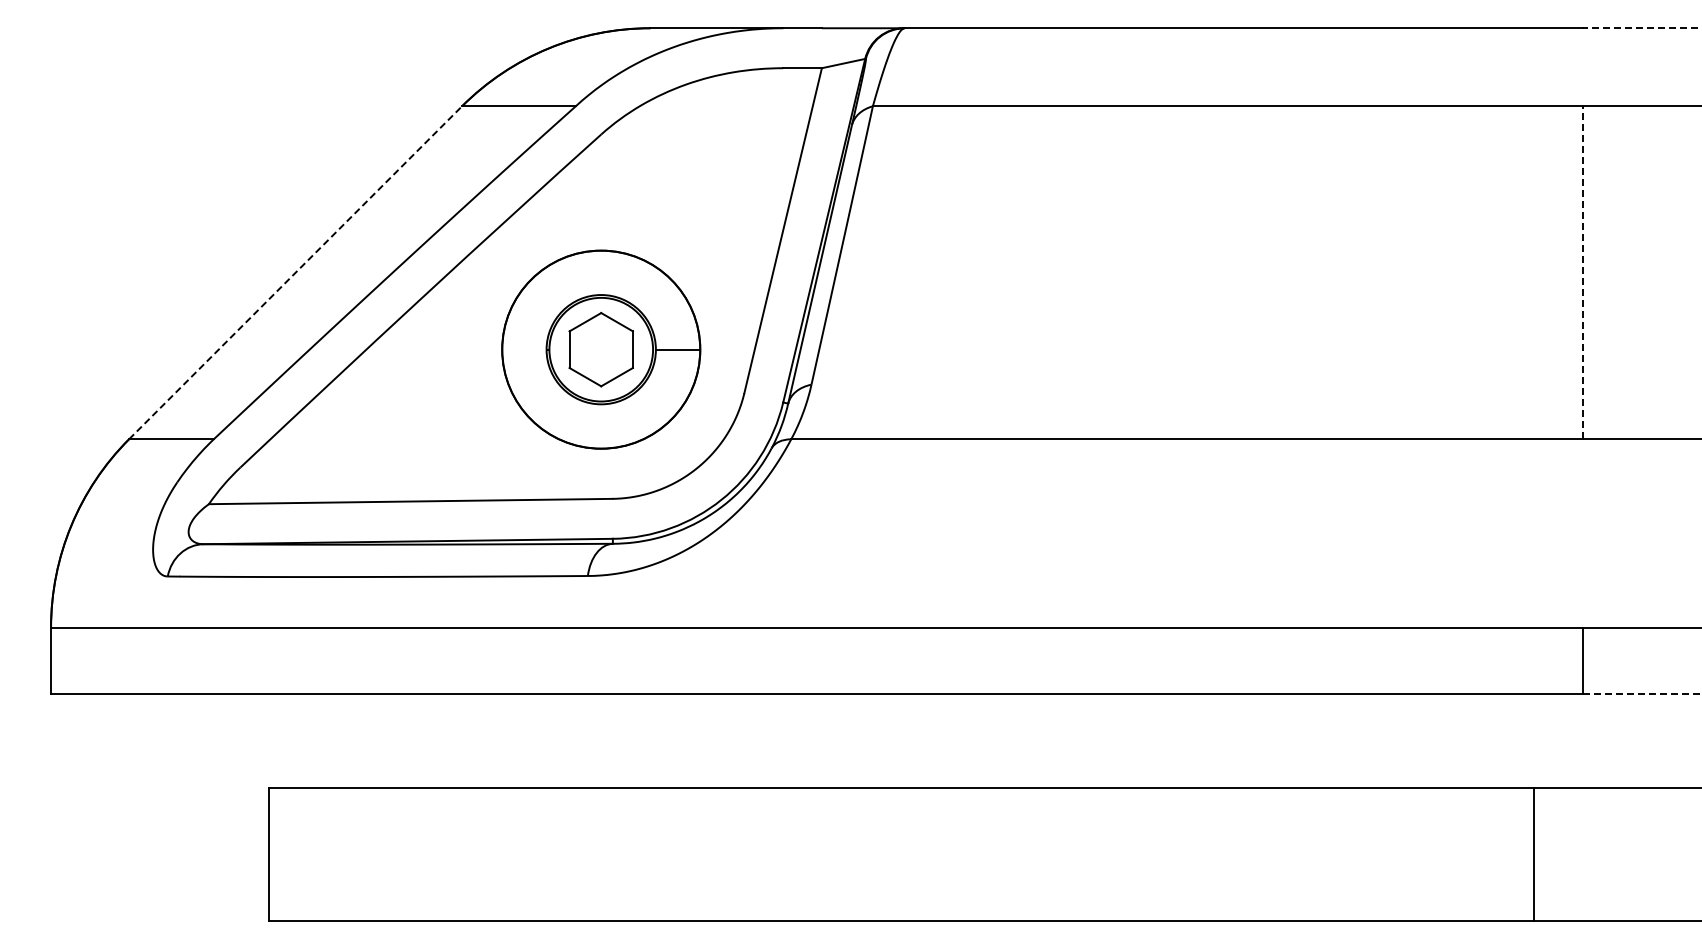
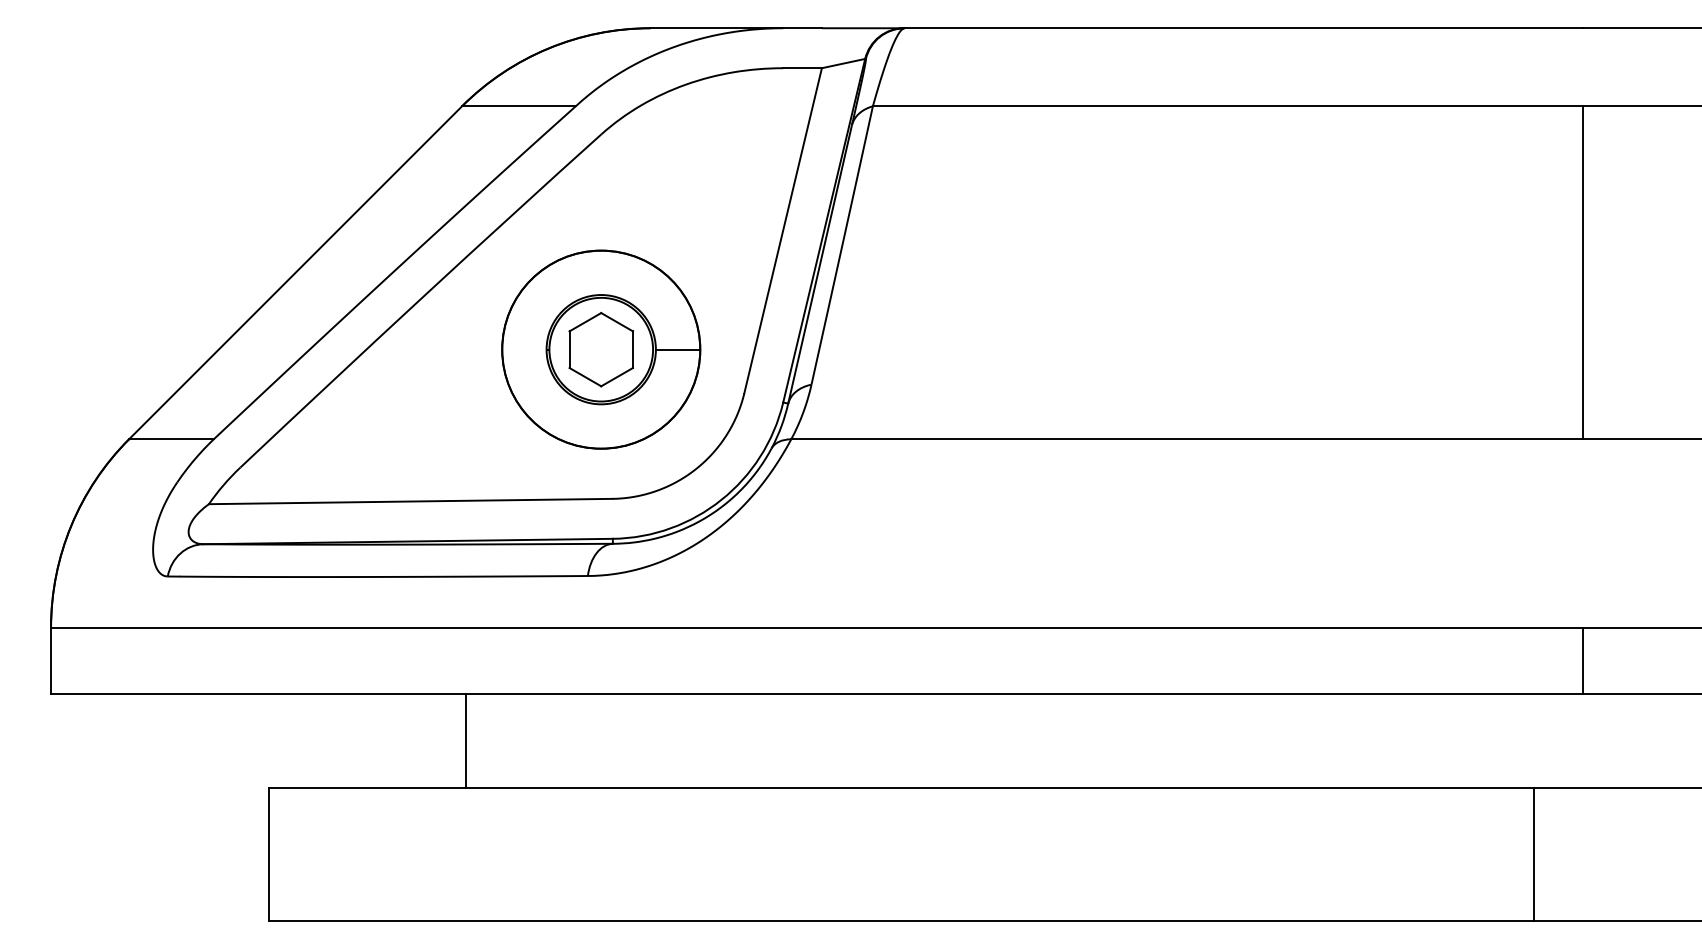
line at (1641, 28): dashed -> solid
line at (295, 272): dashed -> solid
line at (1582, 272): dashed -> solid
line at (1642, 694): dashed -> solid
line at (465, 740): none -> present
